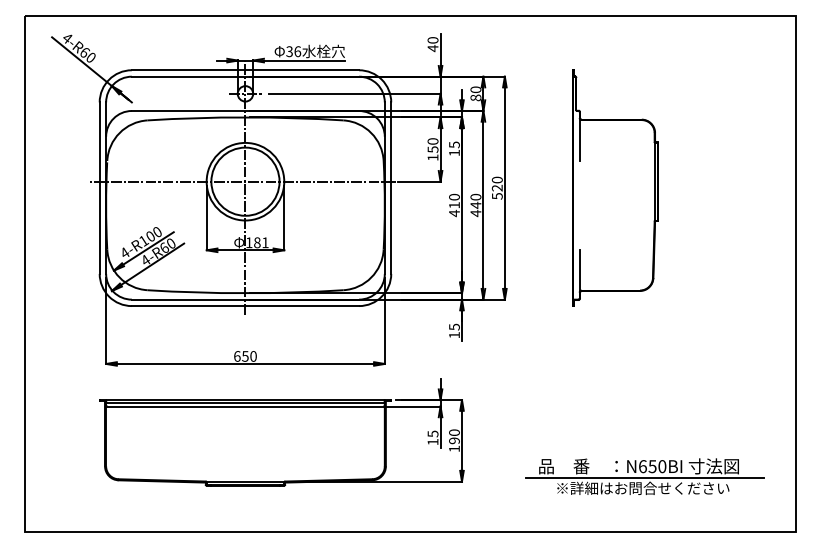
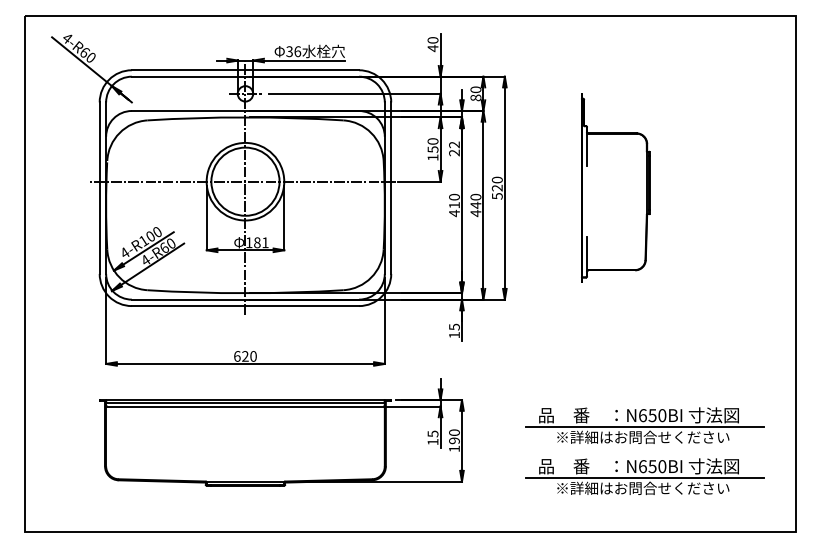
text at (454, 148): 15 -> 22
part at (615, 187) size: 87x238 px -> 70x190 px
text at (245, 356): 650 -> 620
part at (644, 425): none -> present
